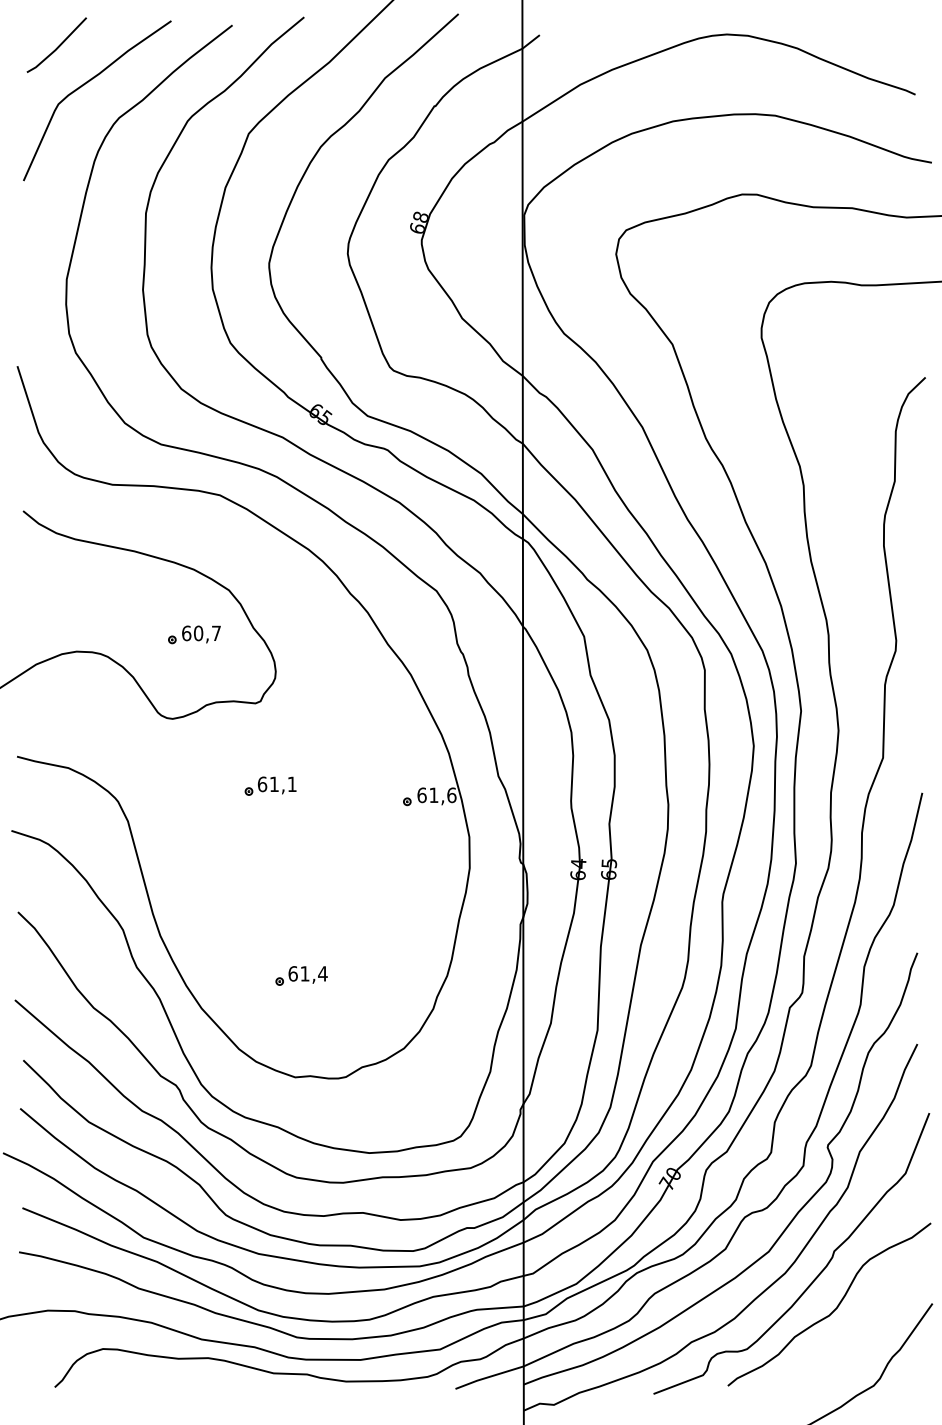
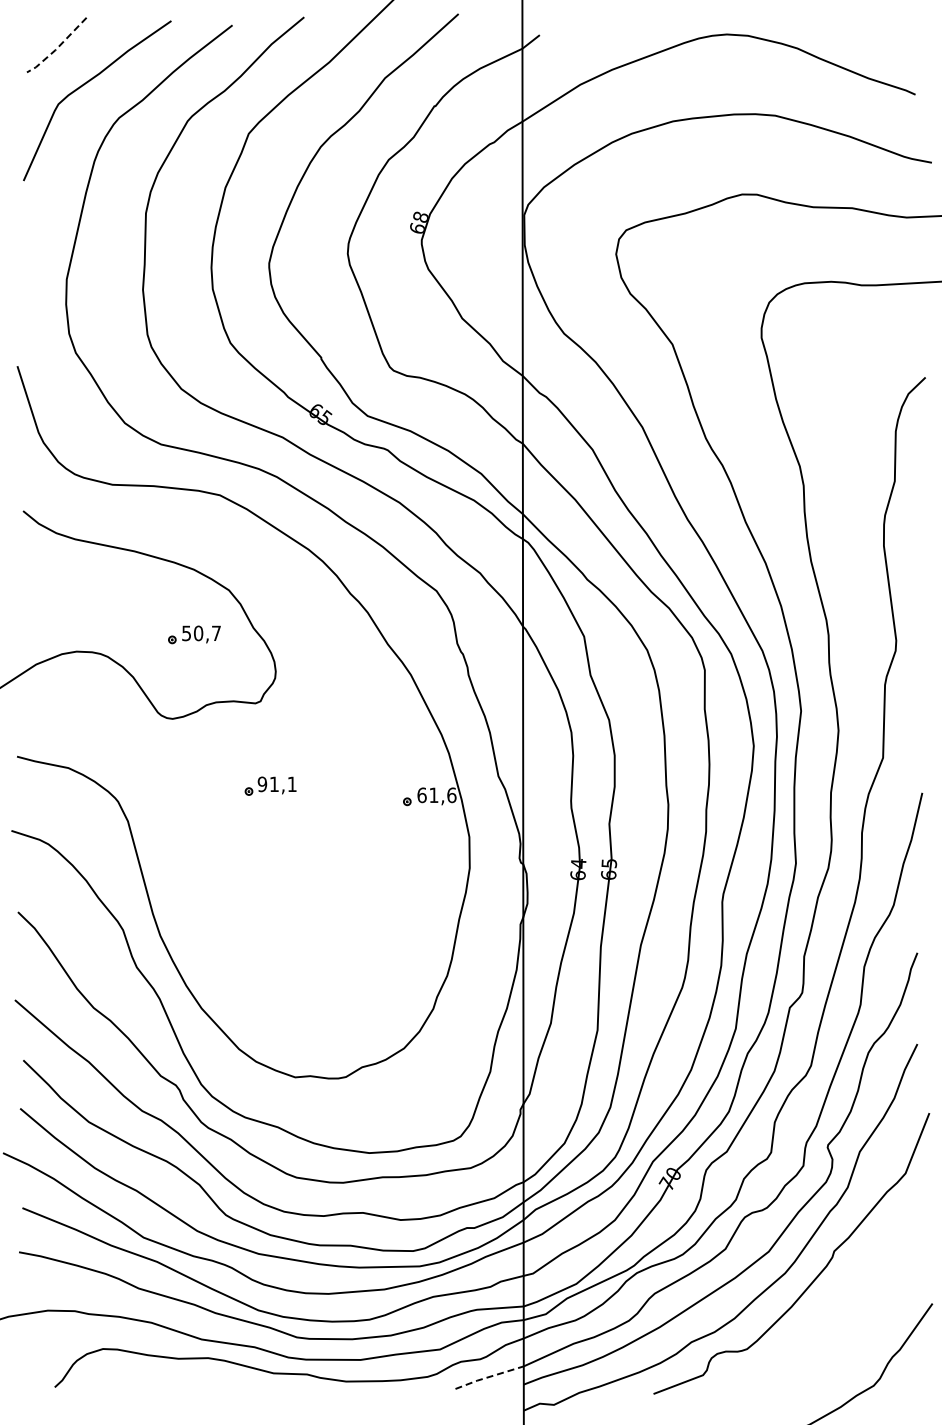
line at (56, 48): solid -> dashed
text at (186, 633): 60,7 -> 50,7
text at (262, 784): 61,1 -> 91,1
part at (301, 975): present -> none
curve at (834, 1309): present -> none
line at (488, 1377): solid -> dashed
